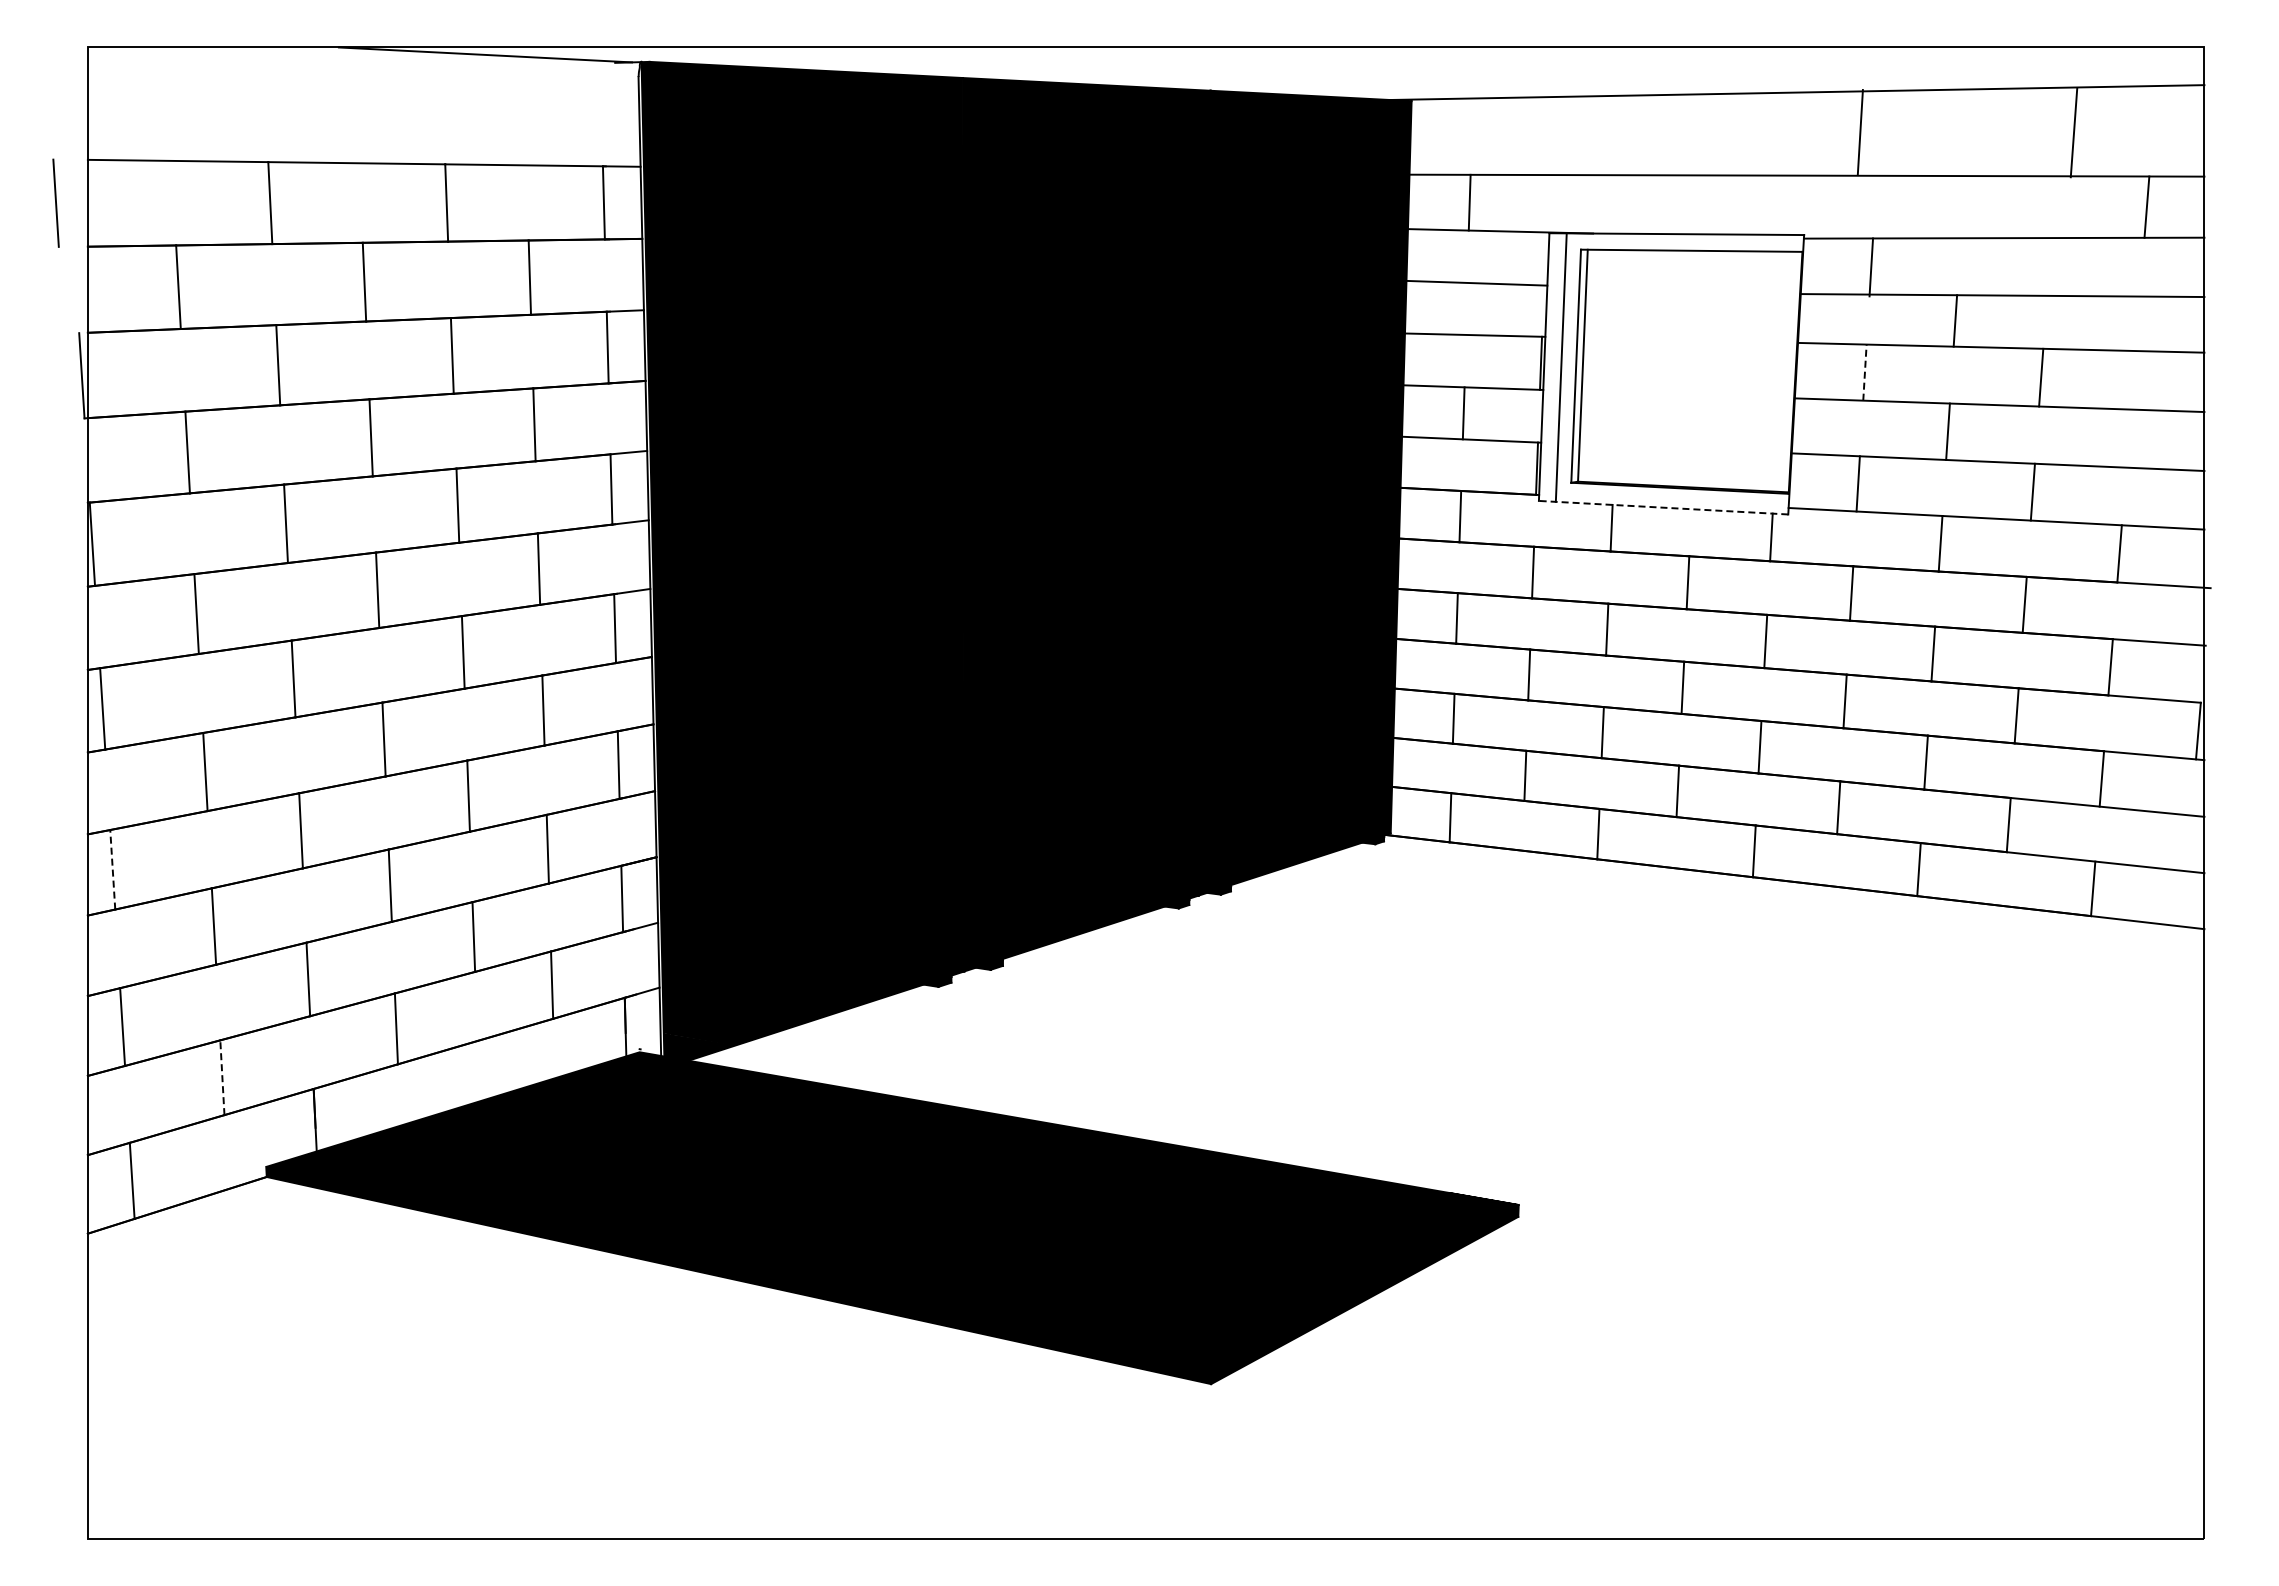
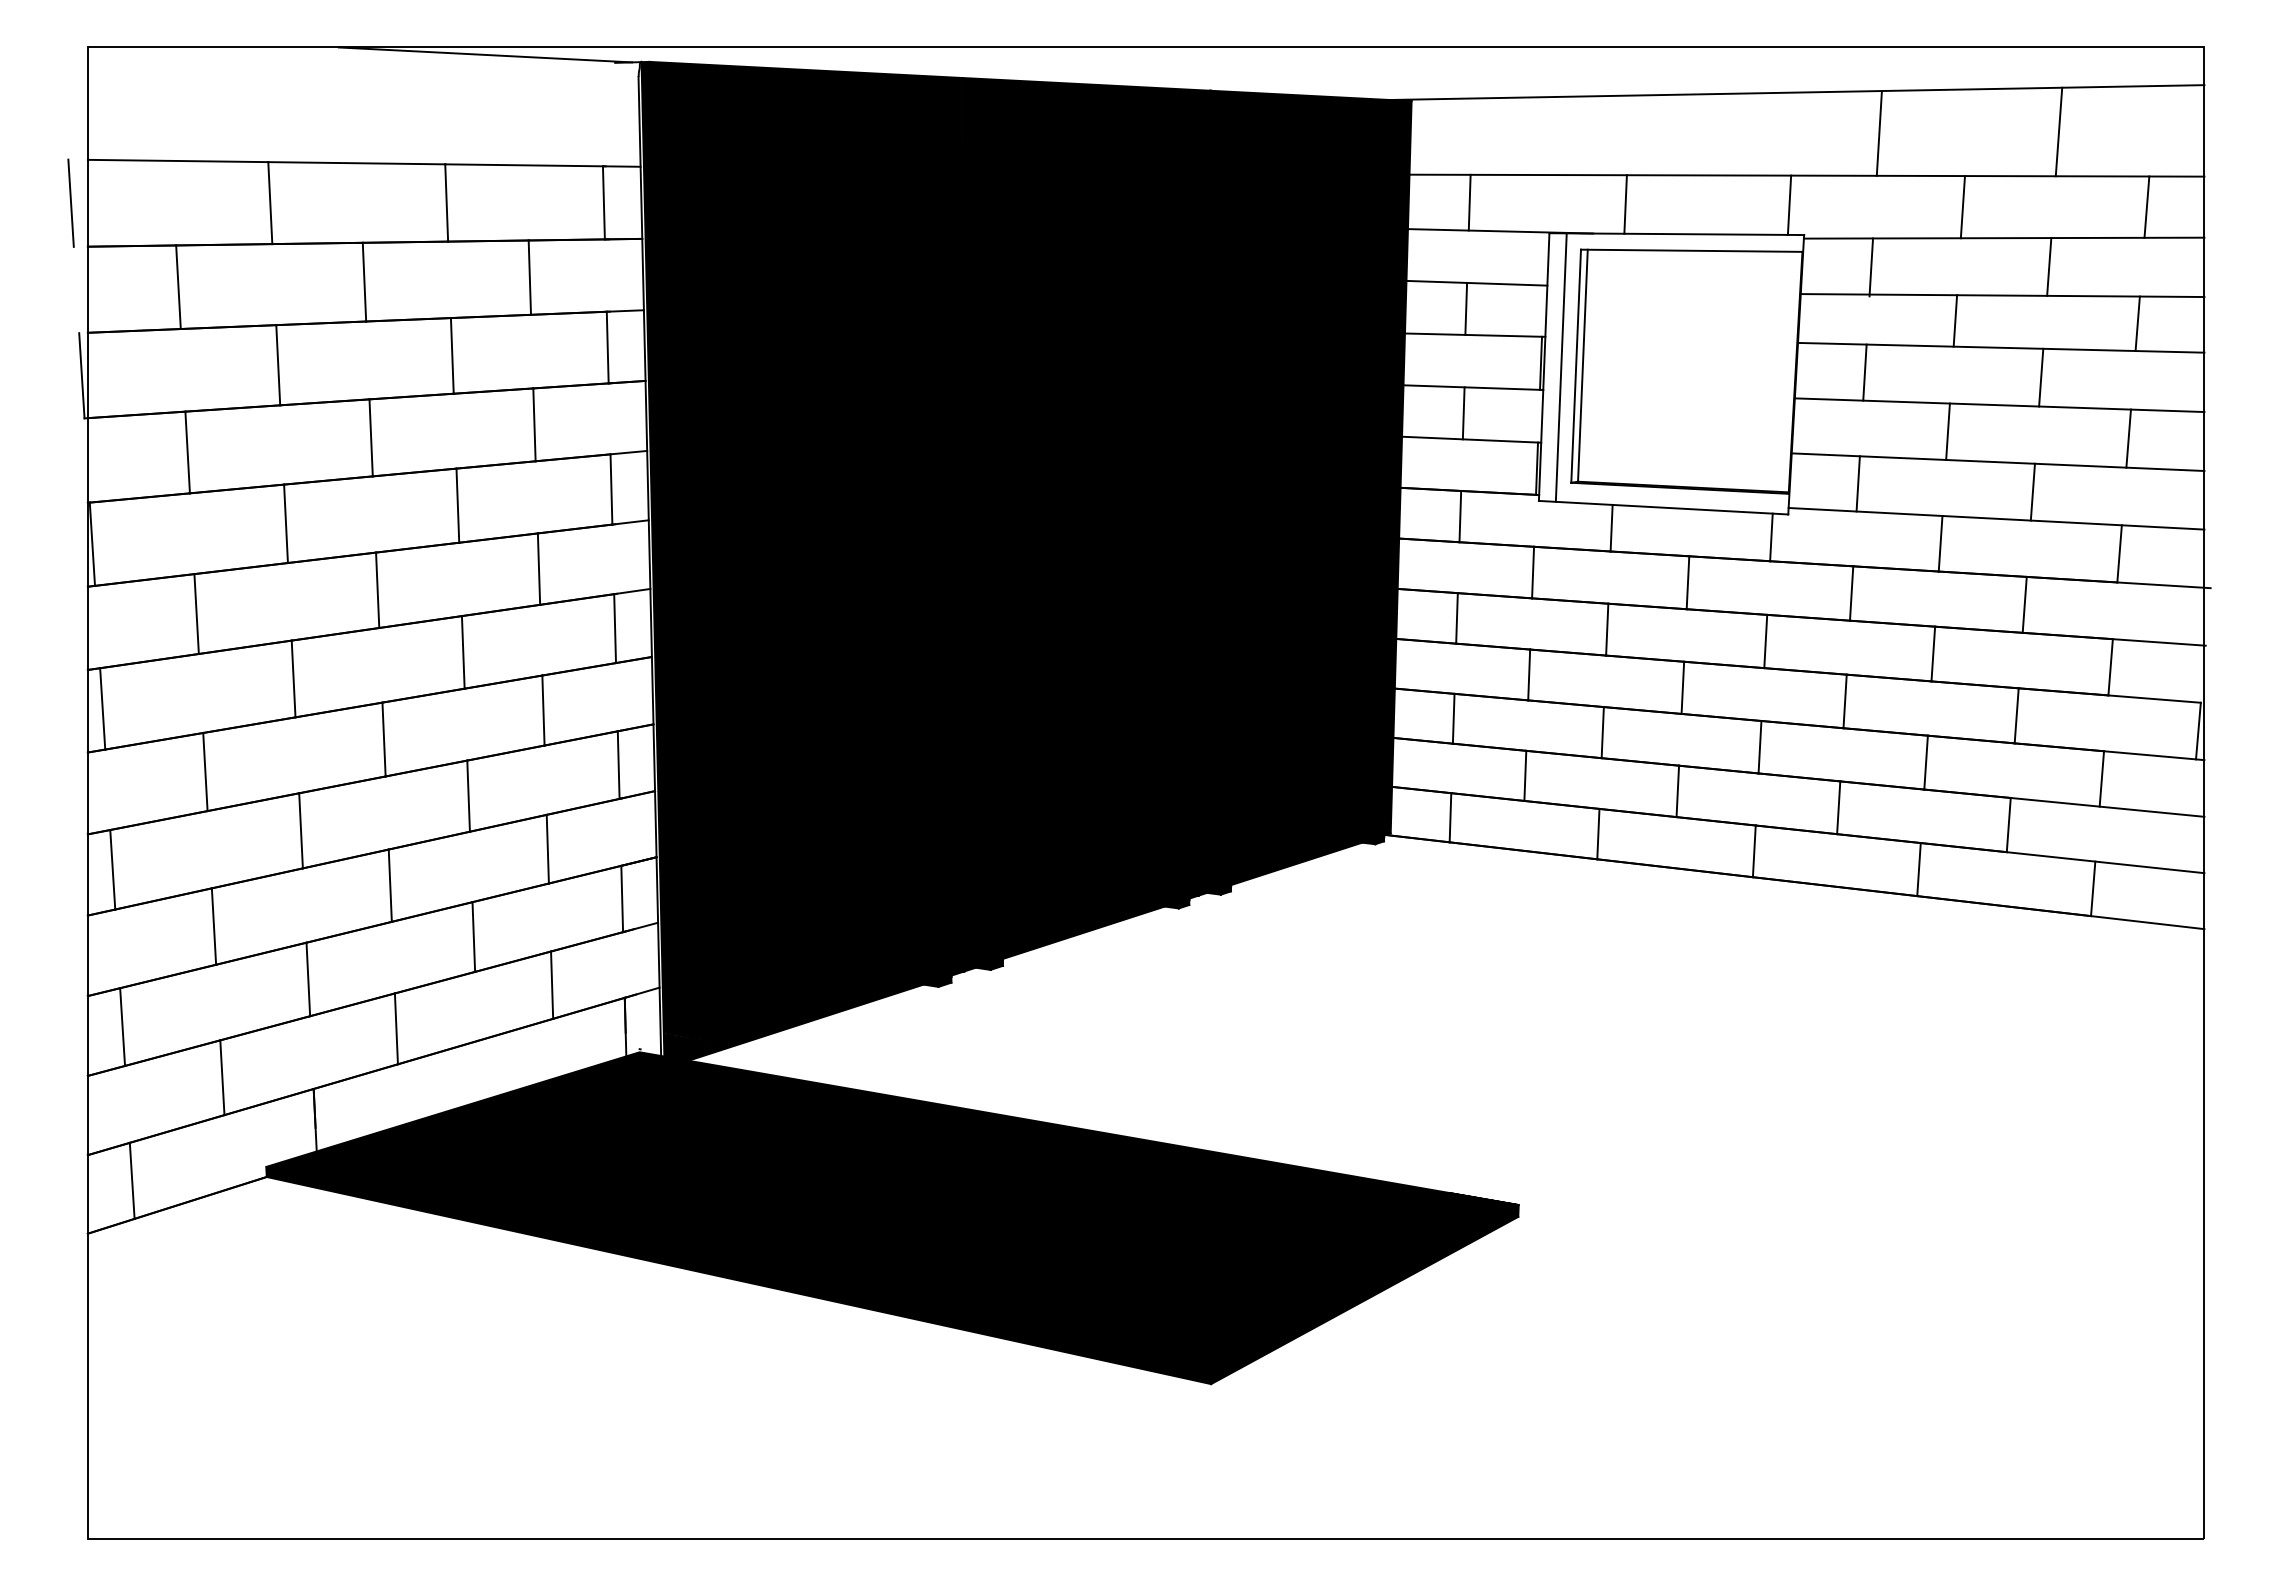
line at (1859, 132) position: (1859, 132) -> (1878, 133)
line at (2073, 132) position: (2073, 132) -> (2058, 131)
line at (55, 202) position: (55, 202) -> (70, 202)
line at (1625, 204): none -> present
line at (1789, 204): none -> present
line at (1962, 207): none -> present
line at (2049, 266): none -> present
line at (1466, 308): none -> present
line at (2137, 323): none -> present
line at (1864, 372): dashed -> solid
line at (2128, 438): none -> present
line at (1663, 507): dashed -> solid
line at (112, 869): dashed -> solid
line at (222, 1077): dashed -> solid
